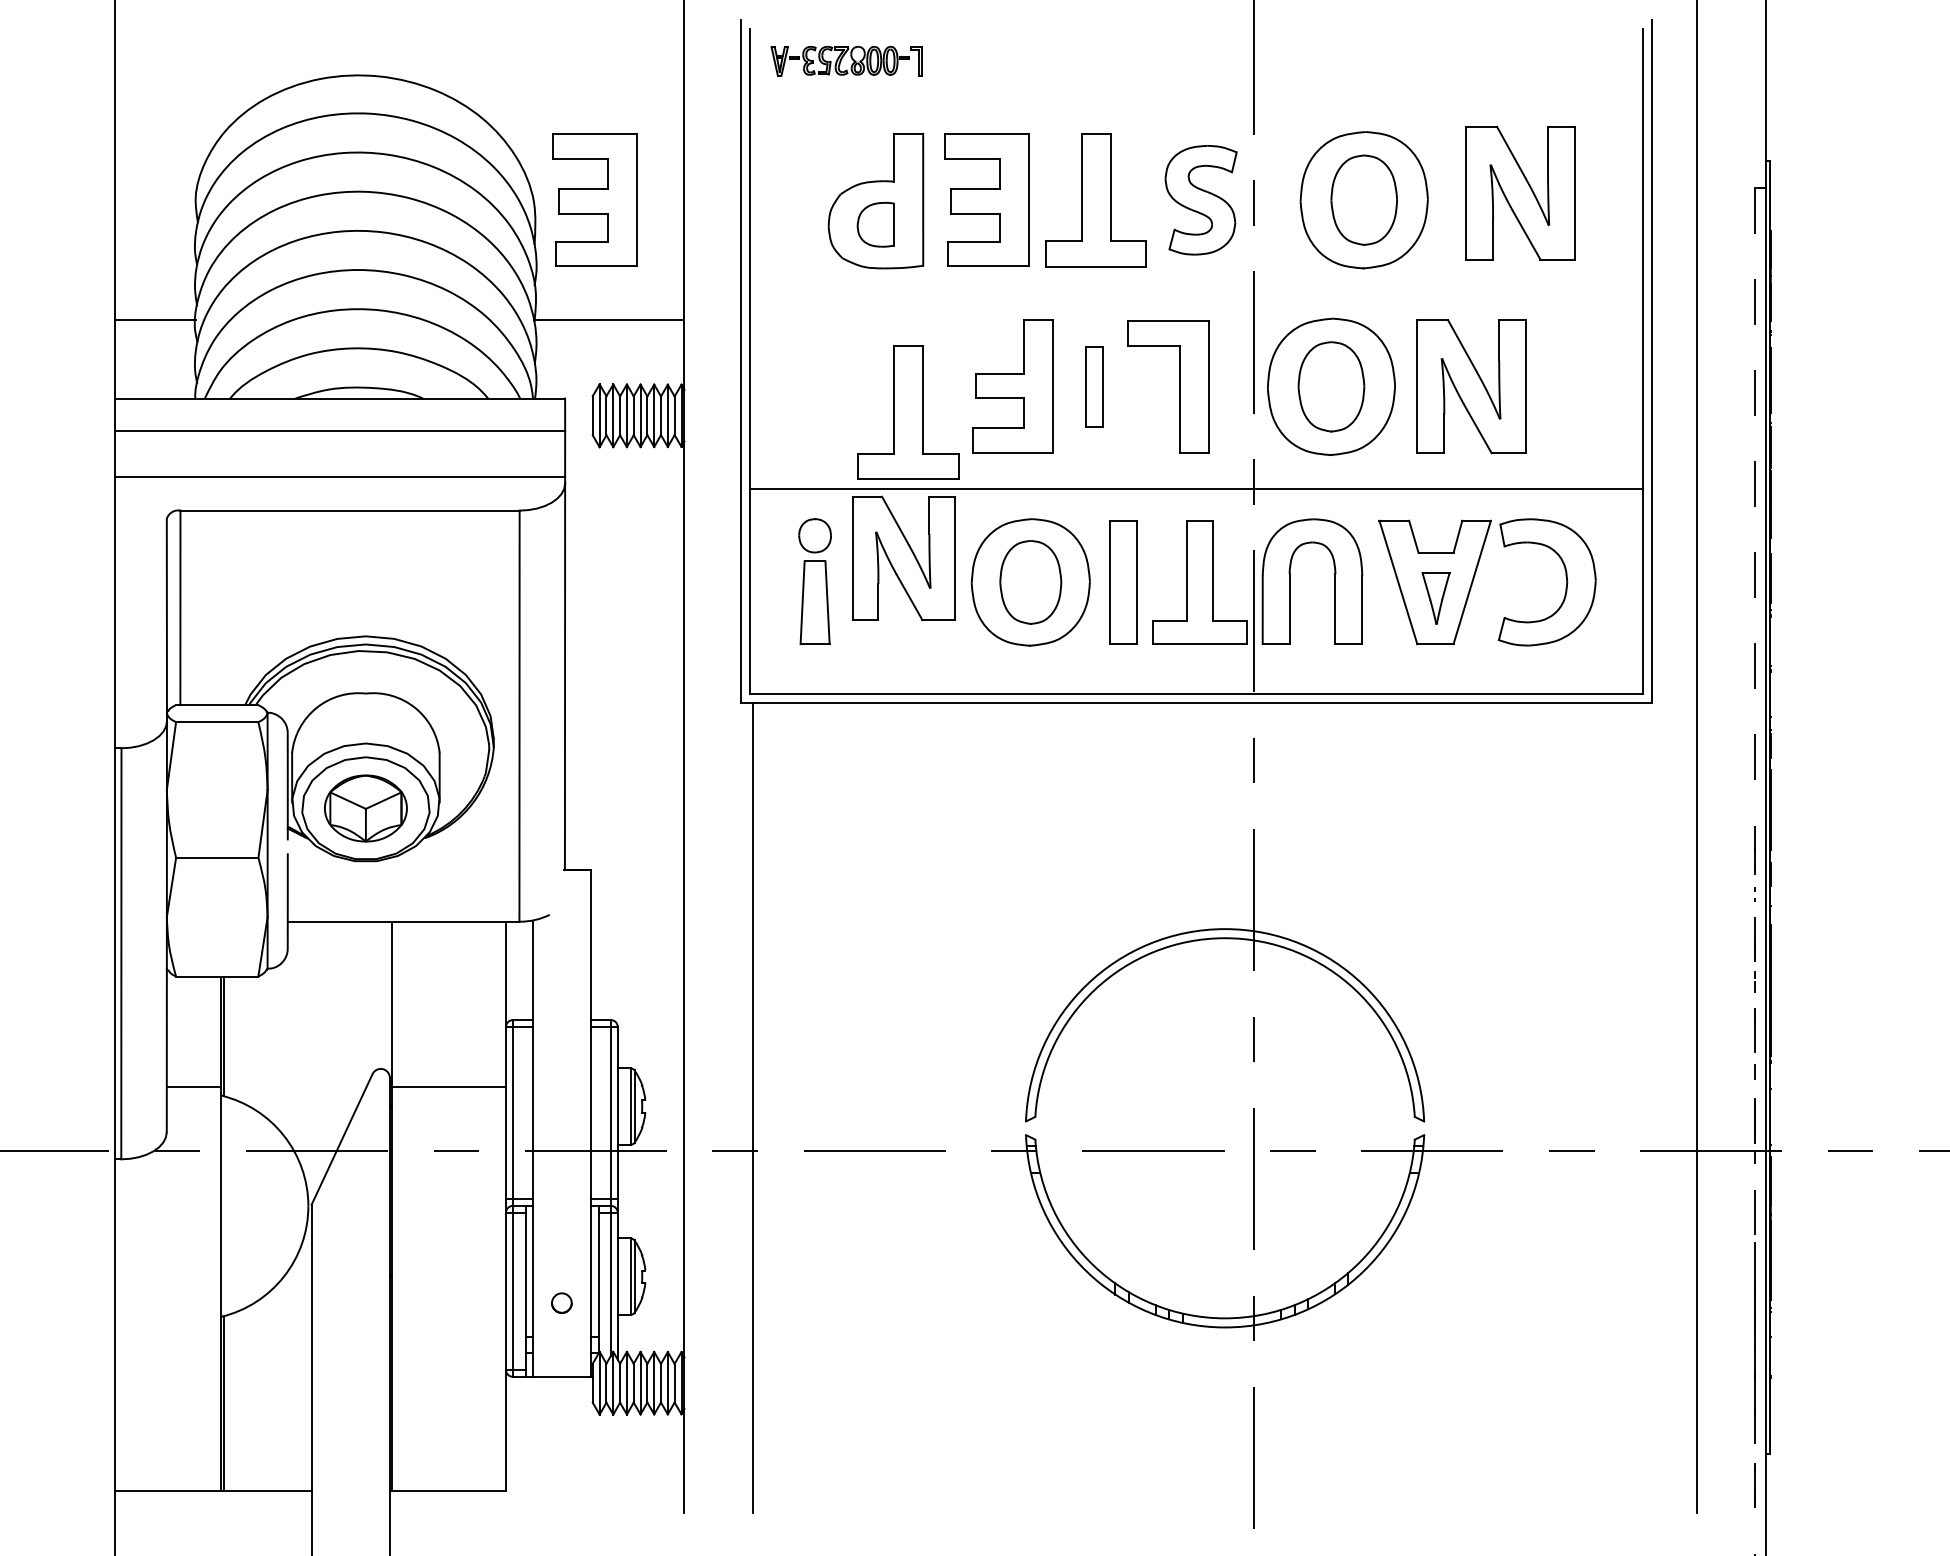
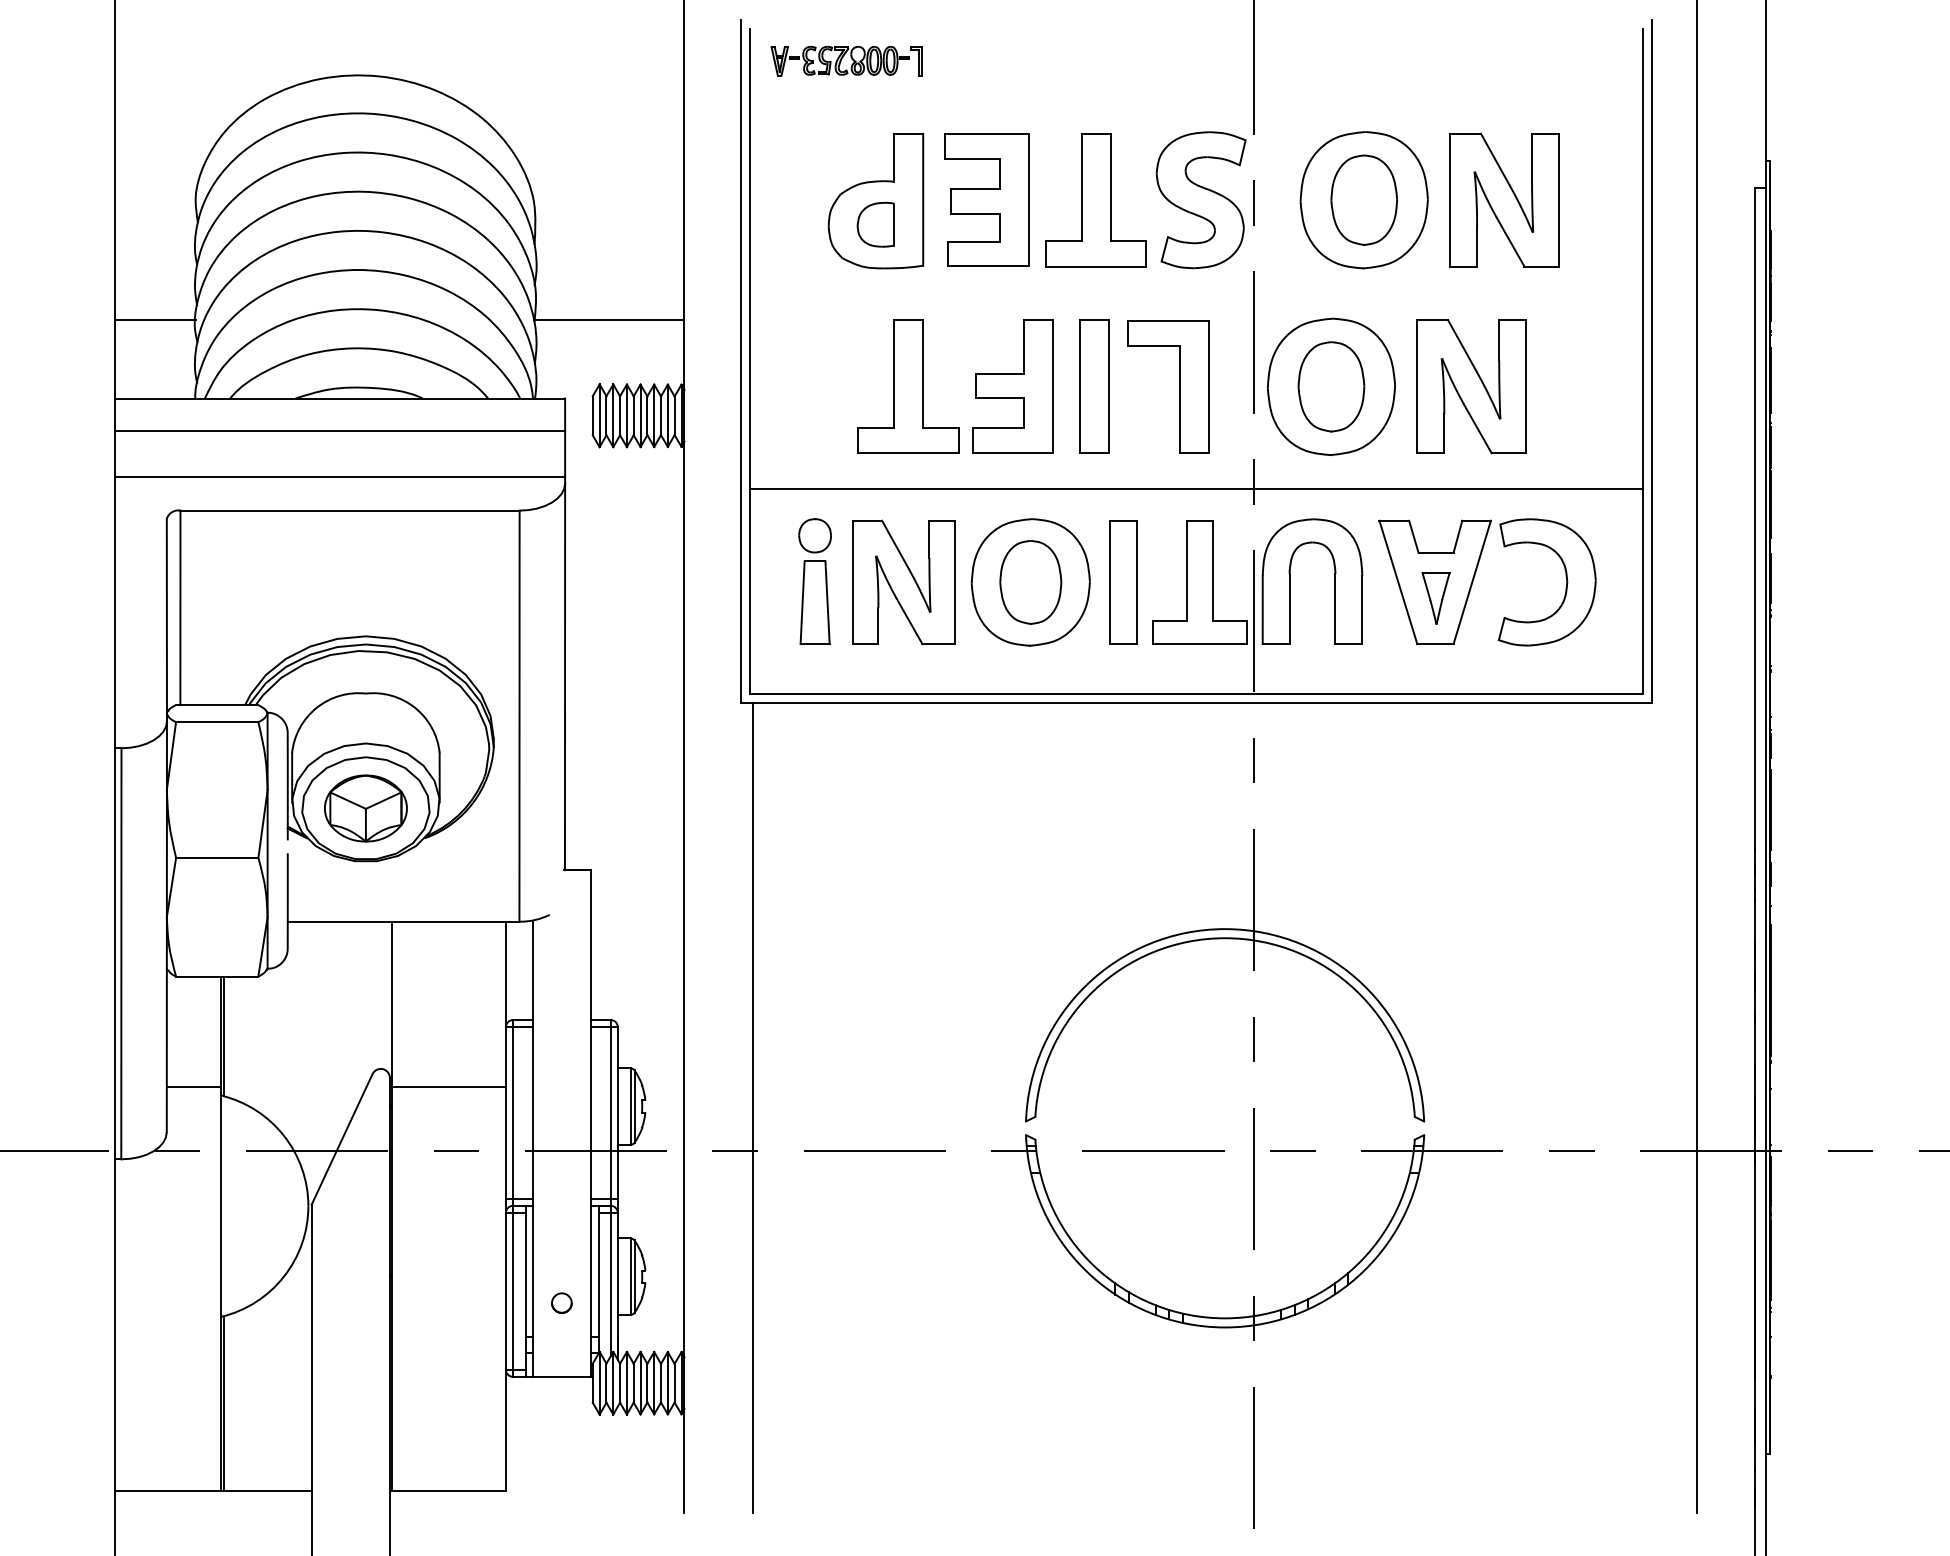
part at (1520, 192) position: (1520, 192) -> (1504, 199)
part at (594, 199): present -> none
part at (1200, 200) size: 74x111 px -> 92x139 px
part at (1094, 386) size: 19x82 px -> 31x135 px
part at (908, 412) position: (908, 412) -> (908, 386)
part at (903, 558) position: (903, 558) -> (903, 582)
line at (1754, 872): dashed -> solid
